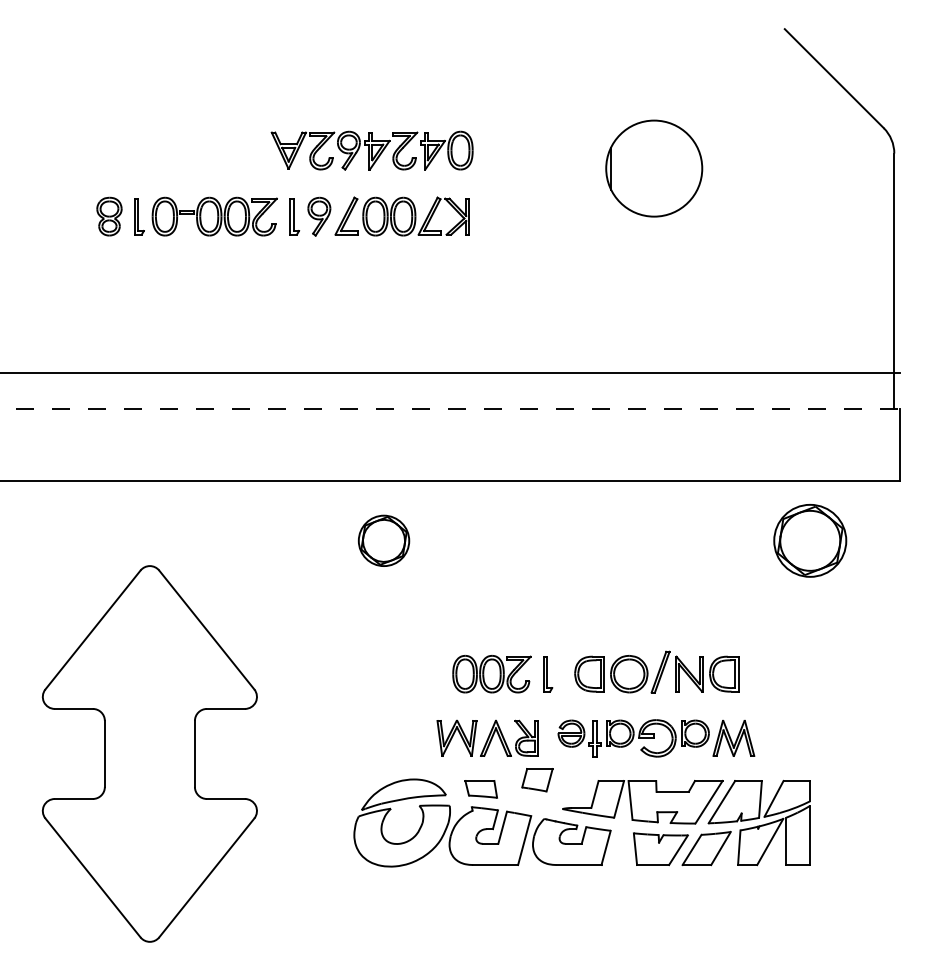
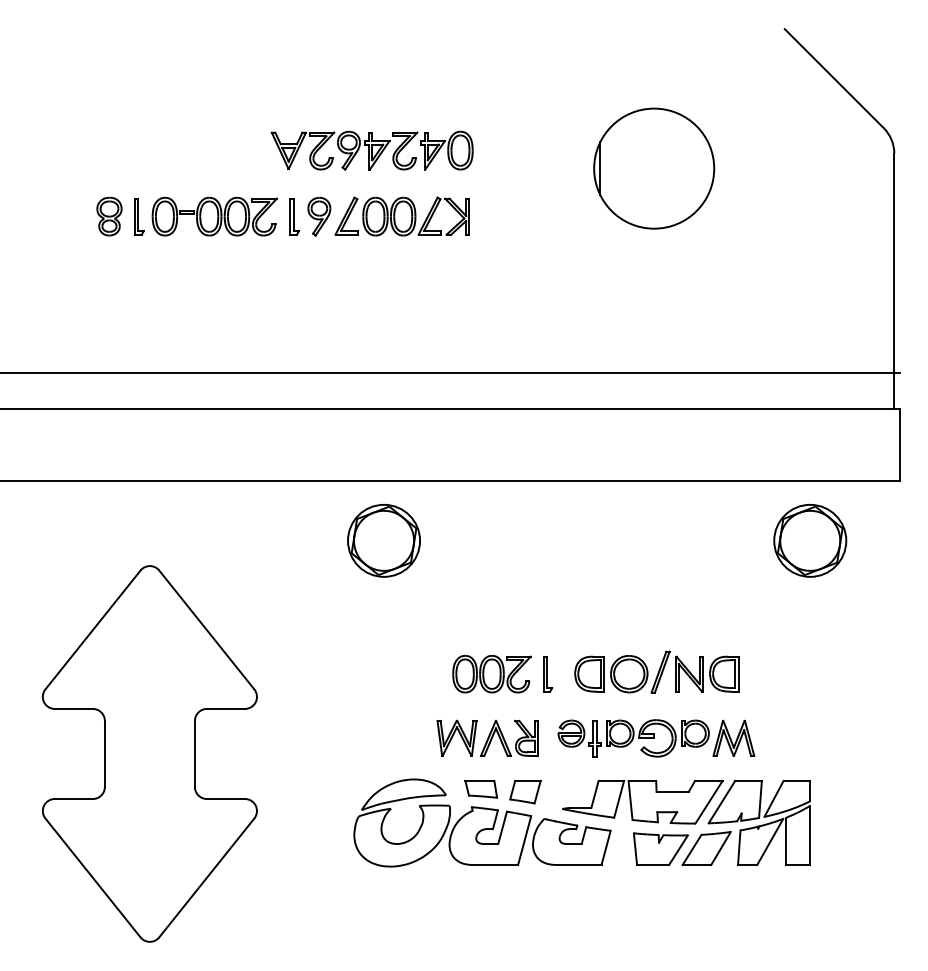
part at (654, 168) size: 99x99 px -> 123x123 px
line at (450, 408): dashed -> solid
part at (383, 540) size: 54x53 px -> 74x74 px
part at (537, 780) position: (537, 780) -> (525, 792)
